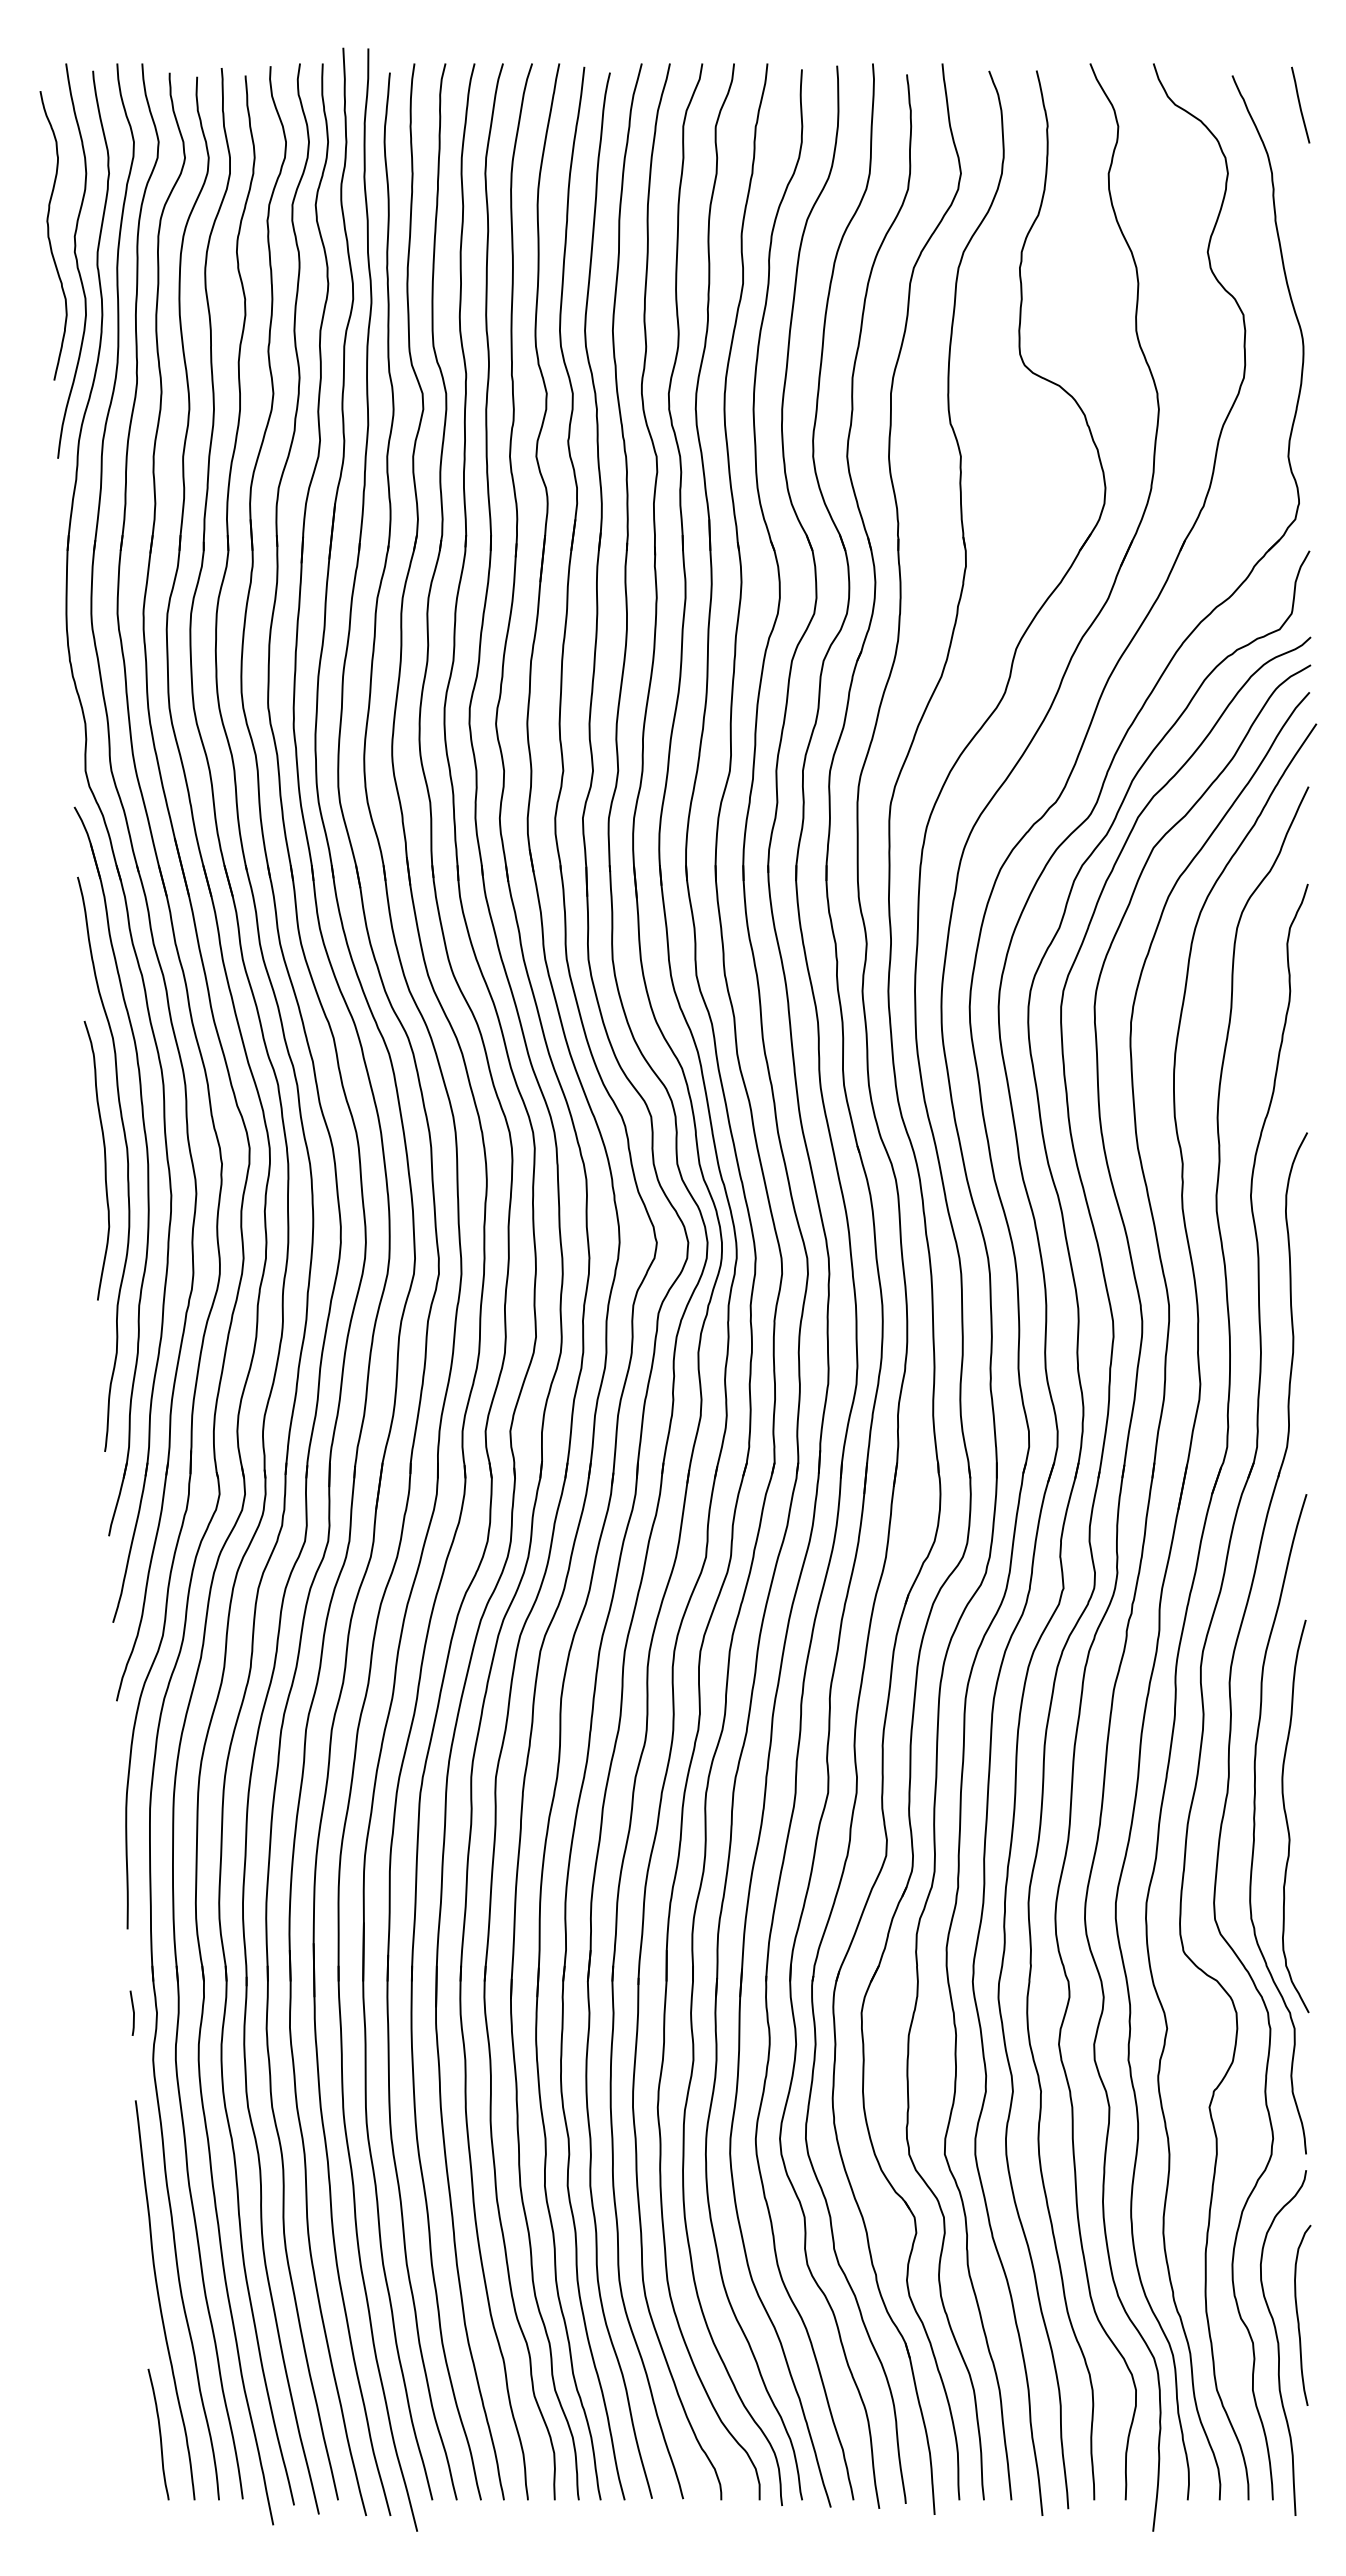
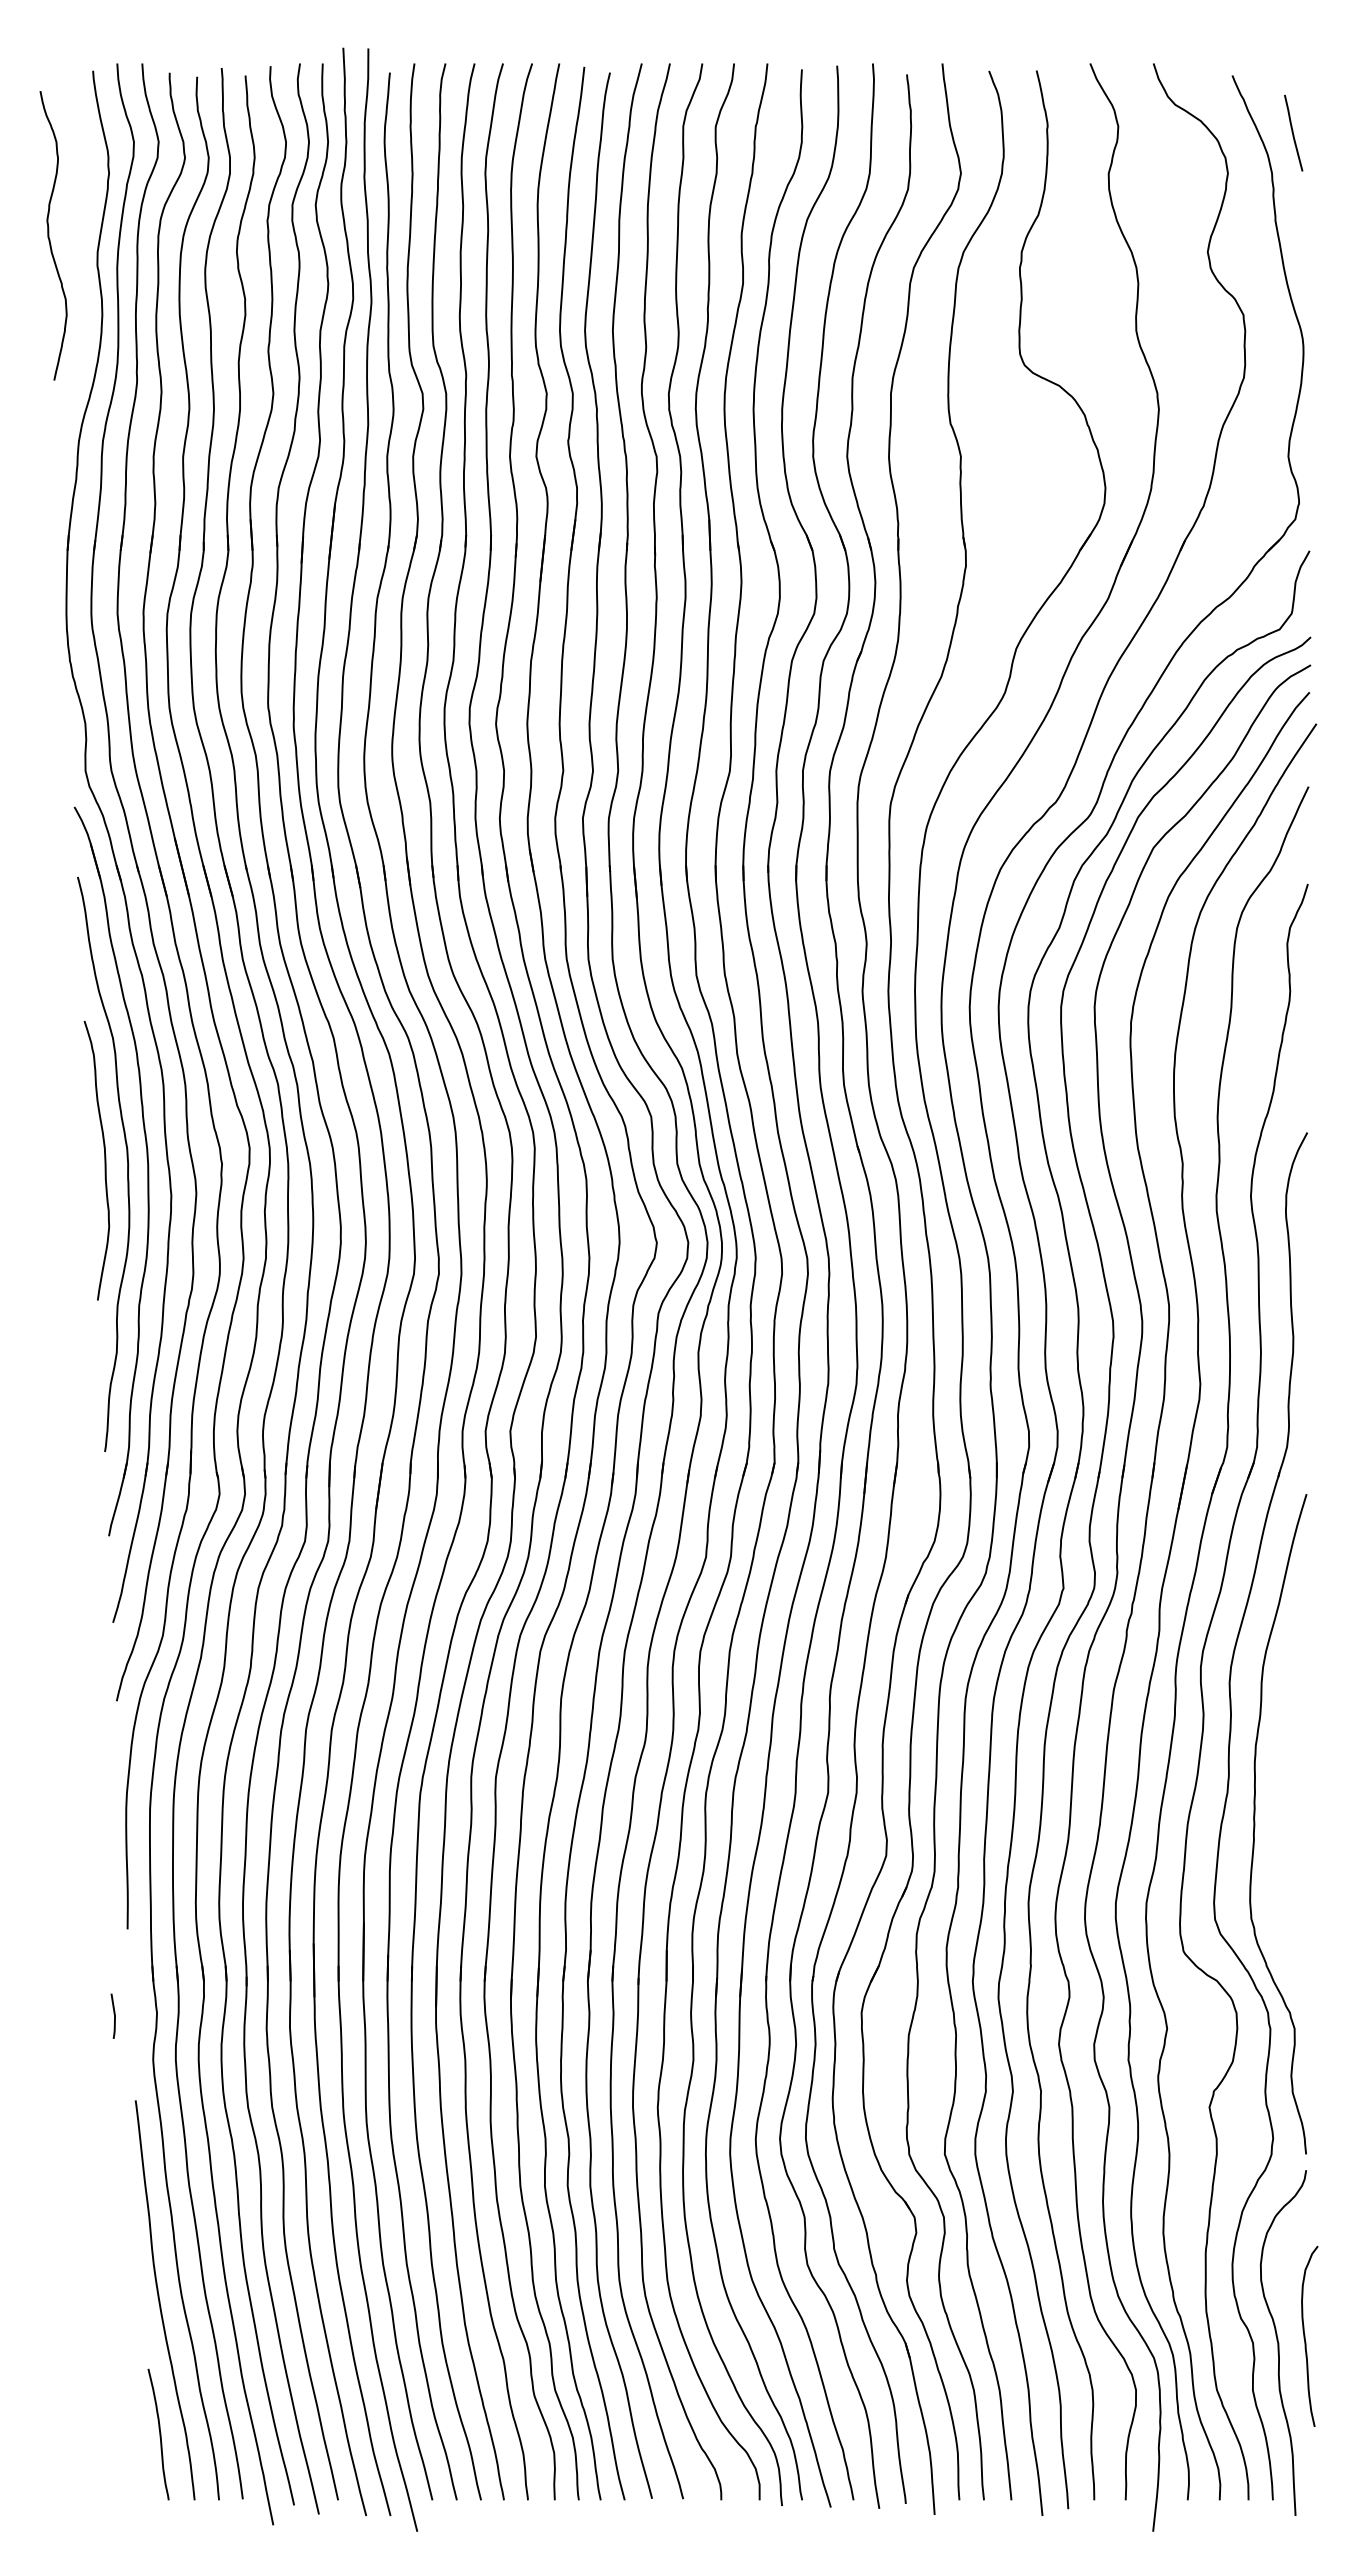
line at (1300, 104) position: (1300, 104) -> (1293, 132)
curve at (75, 259): present -> none
curve at (1287, 1817): present -> none
line at (132, 2011) position: (132, 2011) -> (113, 2014)
curve at (1298, 2314) position: (1298, 2314) -> (1305, 2335)
